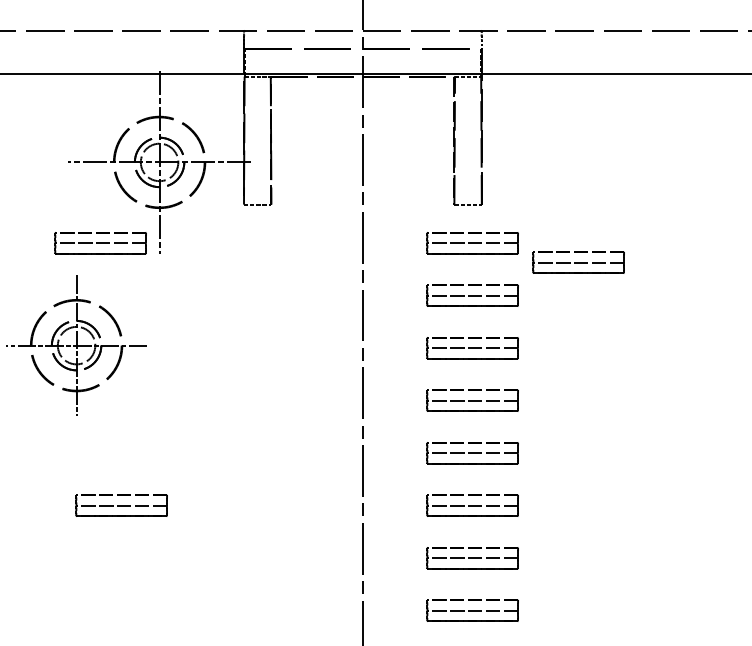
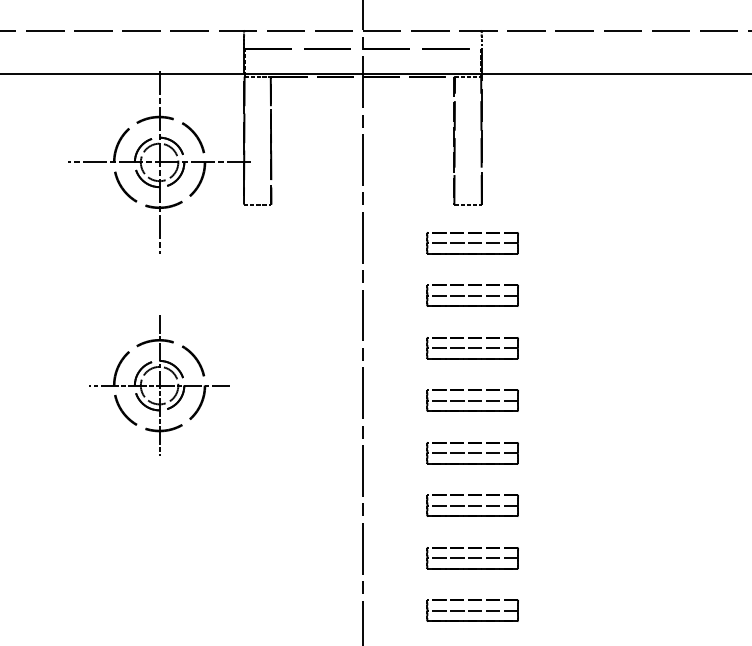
part at (100, 243): present -> none
part at (578, 262): present -> none
part at (76, 345) position: (76, 345) -> (159, 385)
part at (121, 505): present -> none
